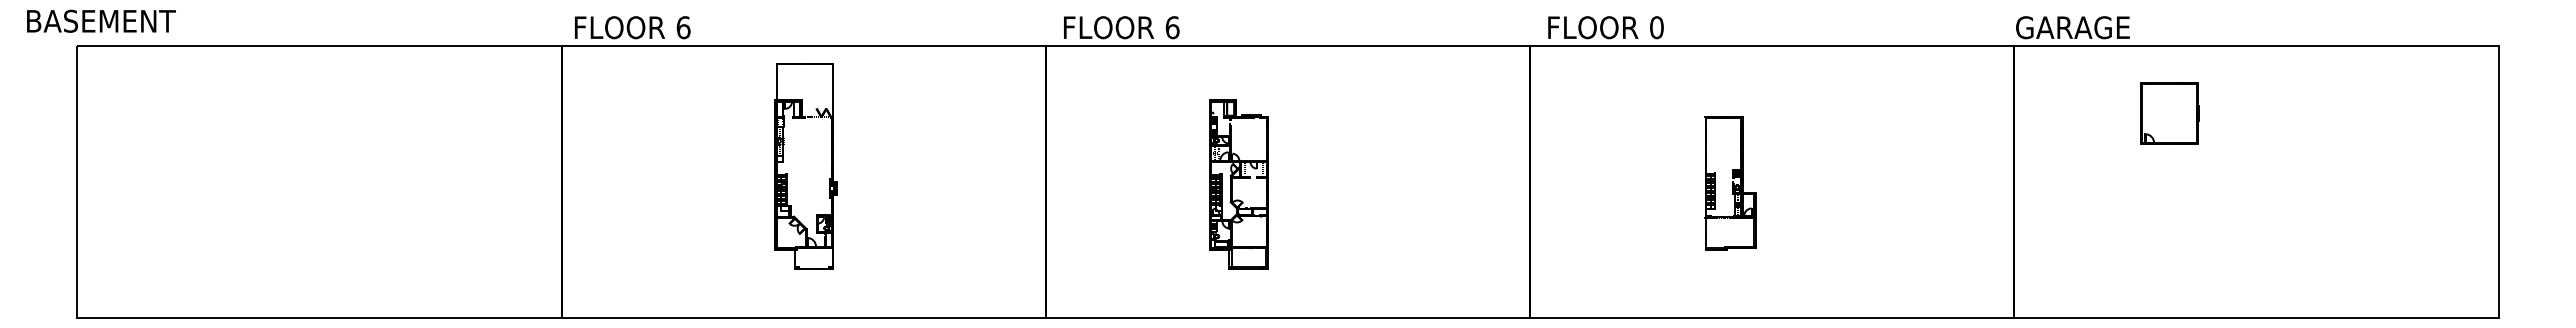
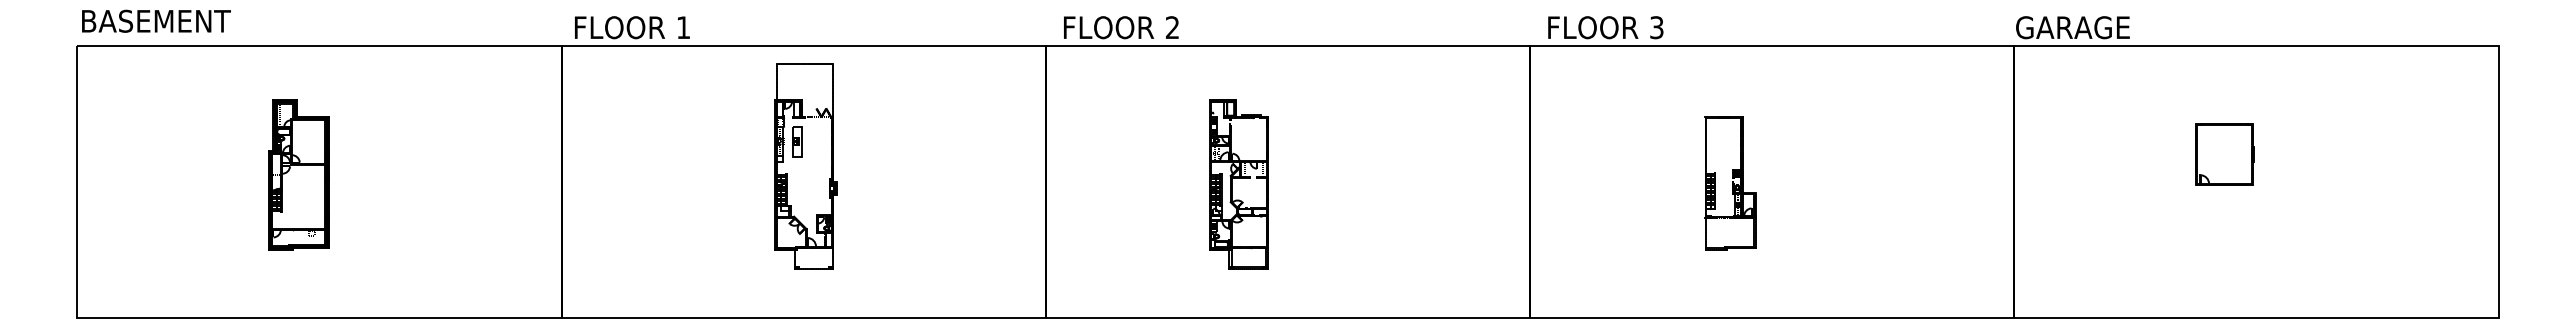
text at (101, 20) position: (101, 20) -> (156, 20)
text at (683, 27): 6 -> 1
text at (1172, 27): 6 -> 2
text at (1656, 27): 0 -> 3
part at (2169, 113) position: (2169, 113) -> (2224, 154)
part at (797, 141): none -> present
part at (298, 174): none -> present
